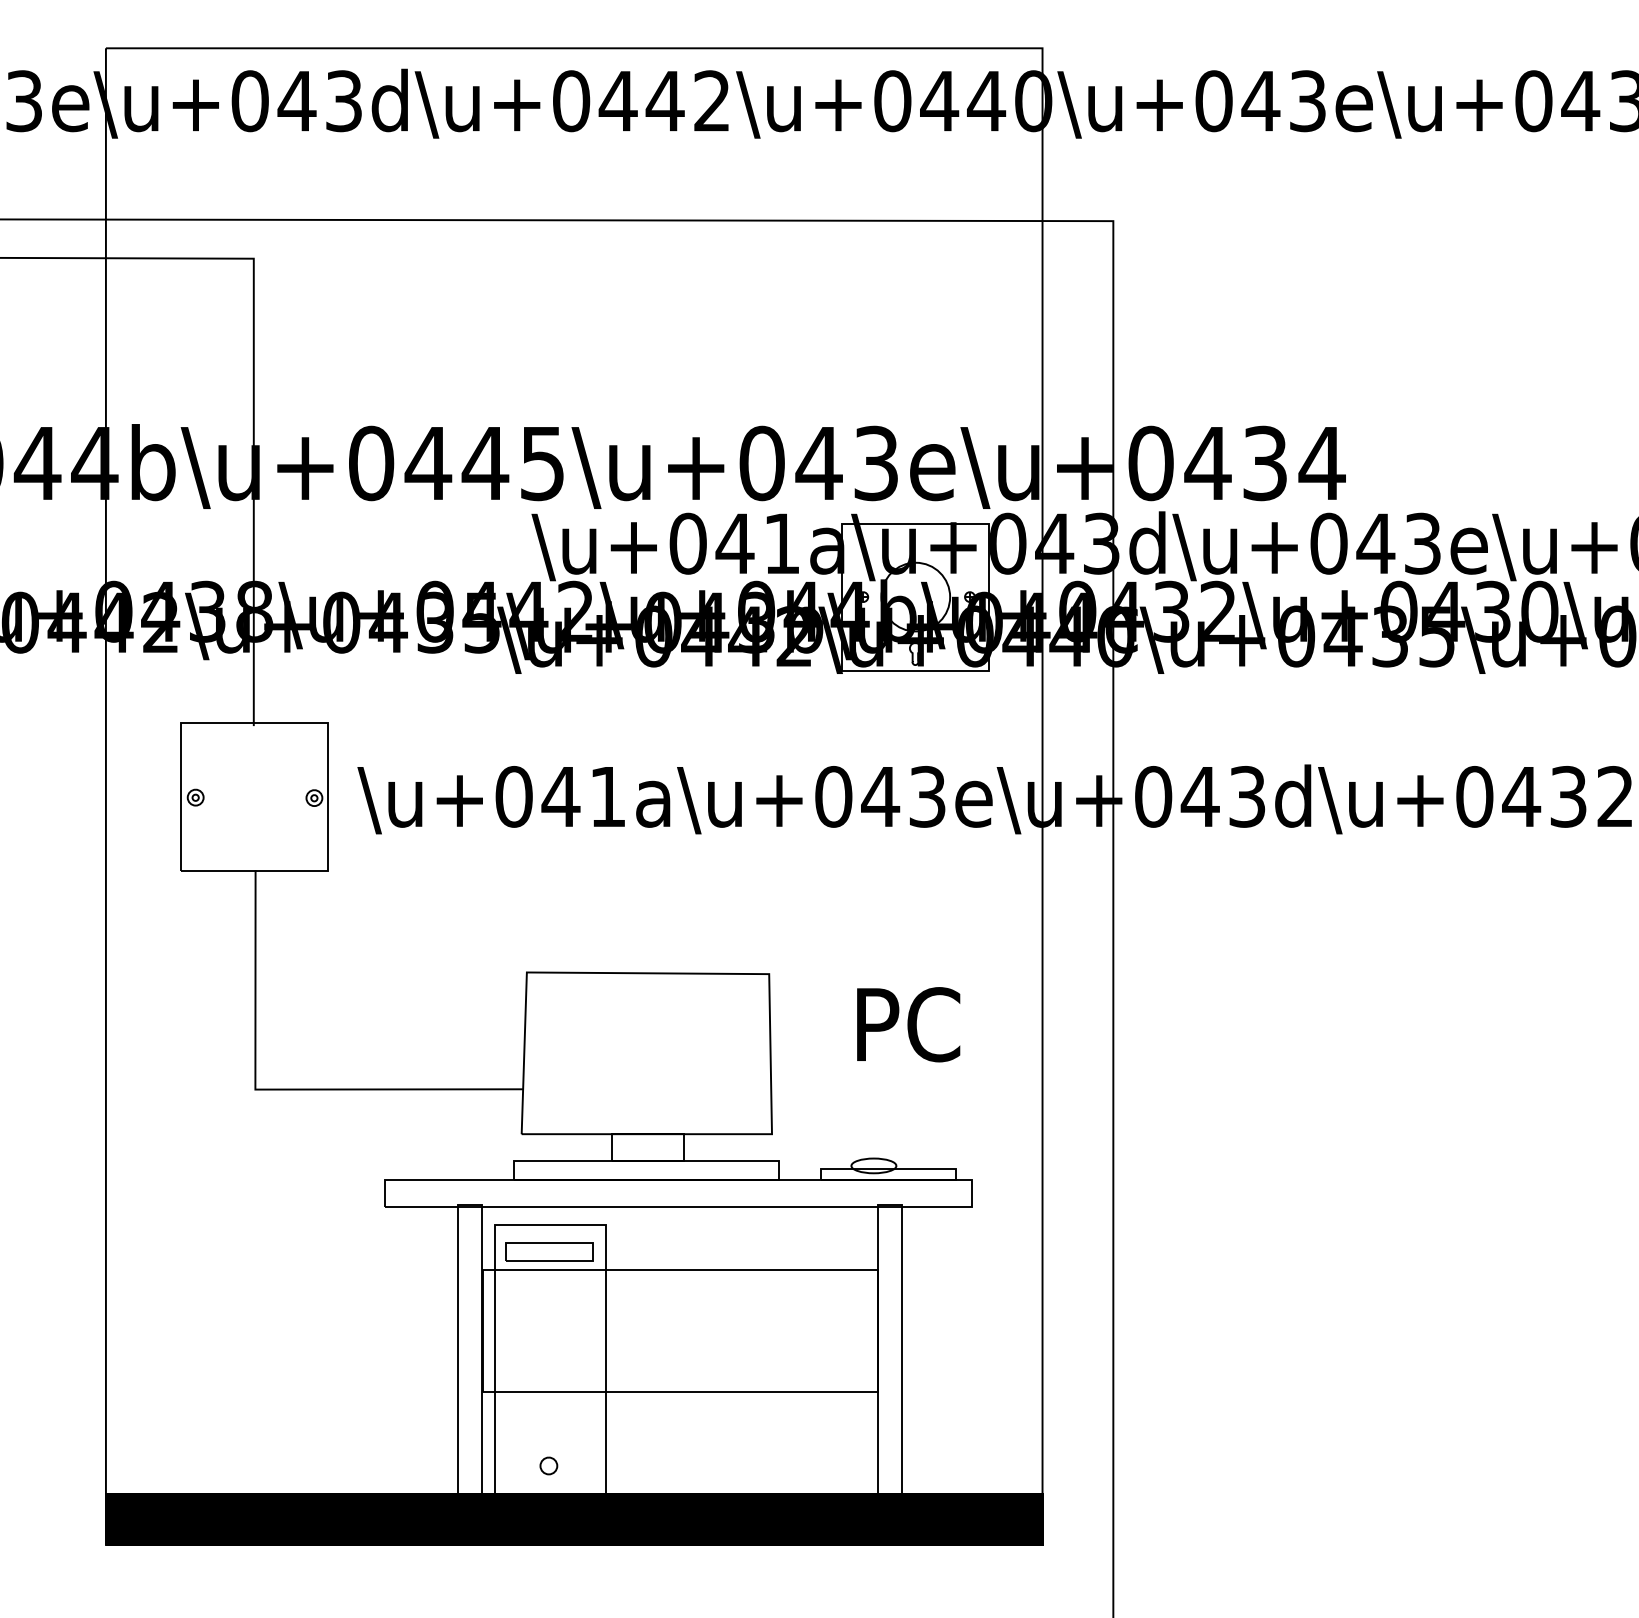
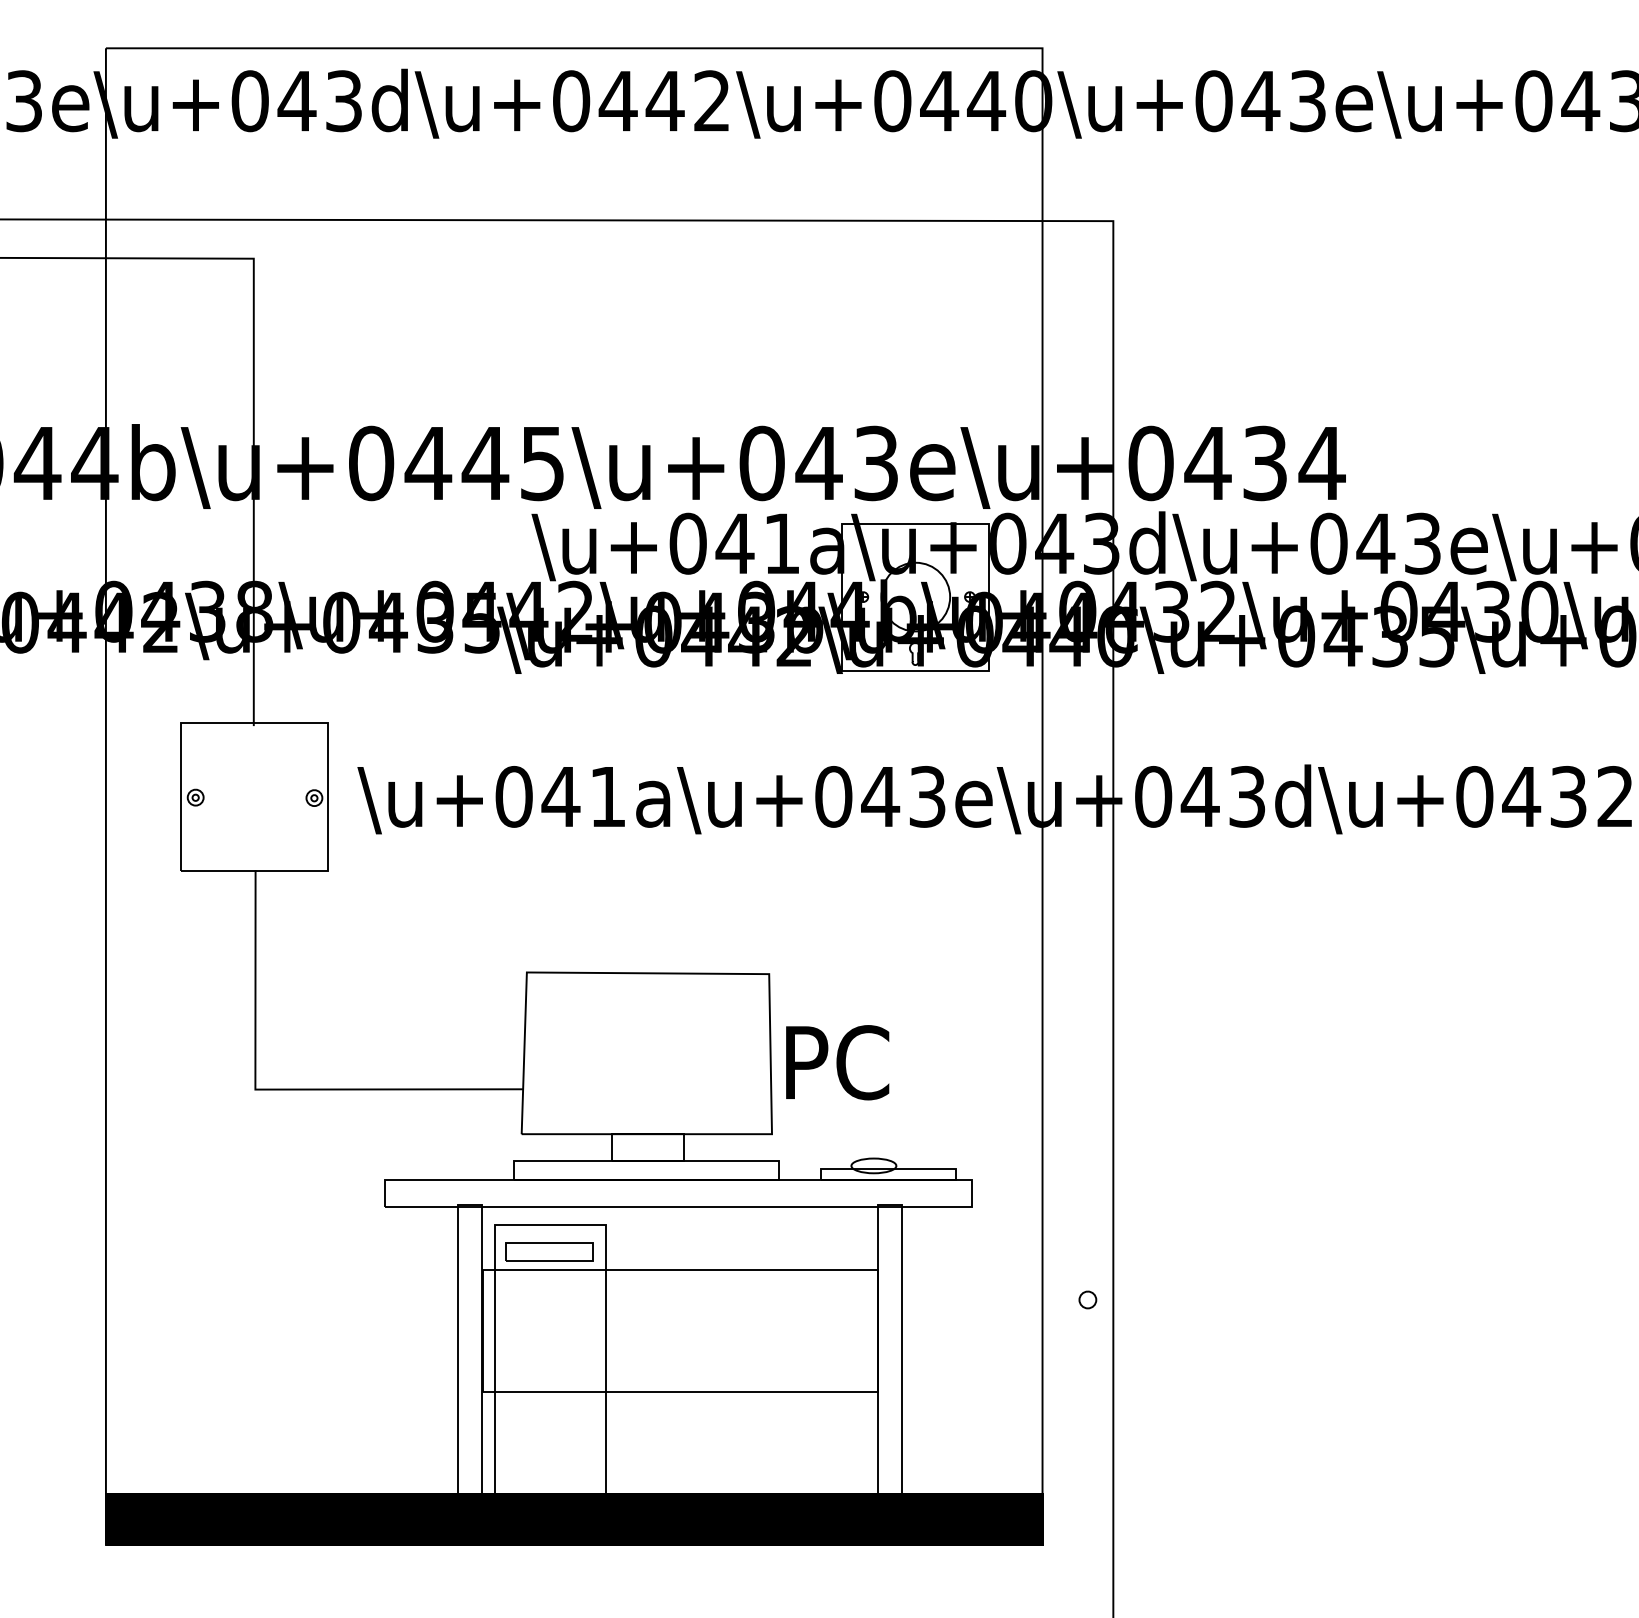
text at (908, 1024) position: (908, 1024) -> (837, 1062)
part at (548, 1465) position: (548, 1465) -> (1087, 1299)
